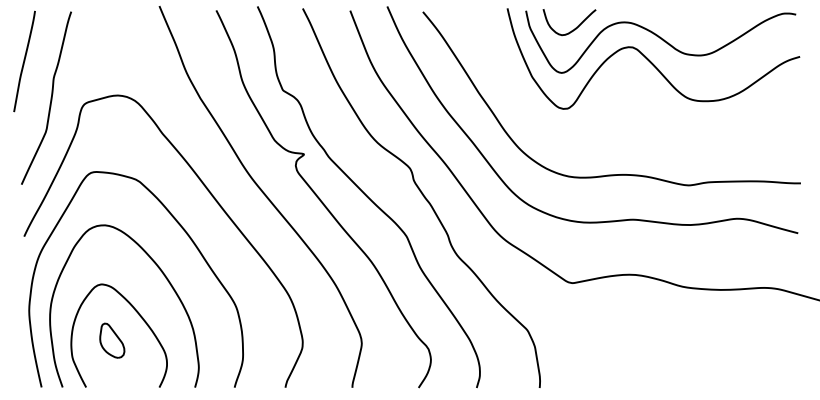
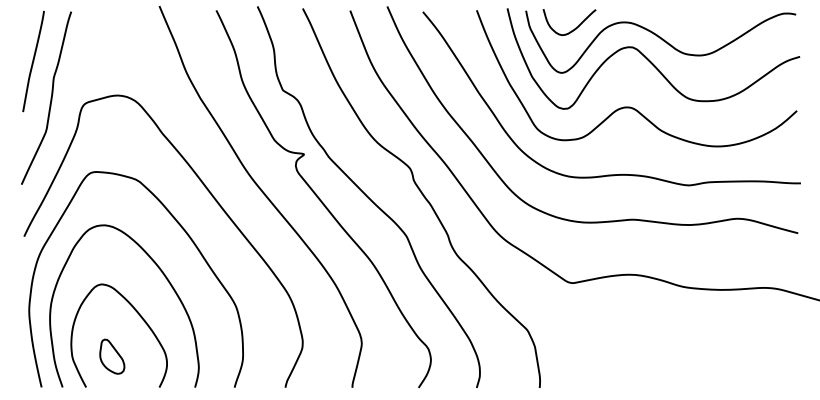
curve at (24, 61) position: (24, 61) -> (33, 61)
curve at (630, 106): none -> present
part at (112, 340) position: (112, 340) -> (112, 356)
